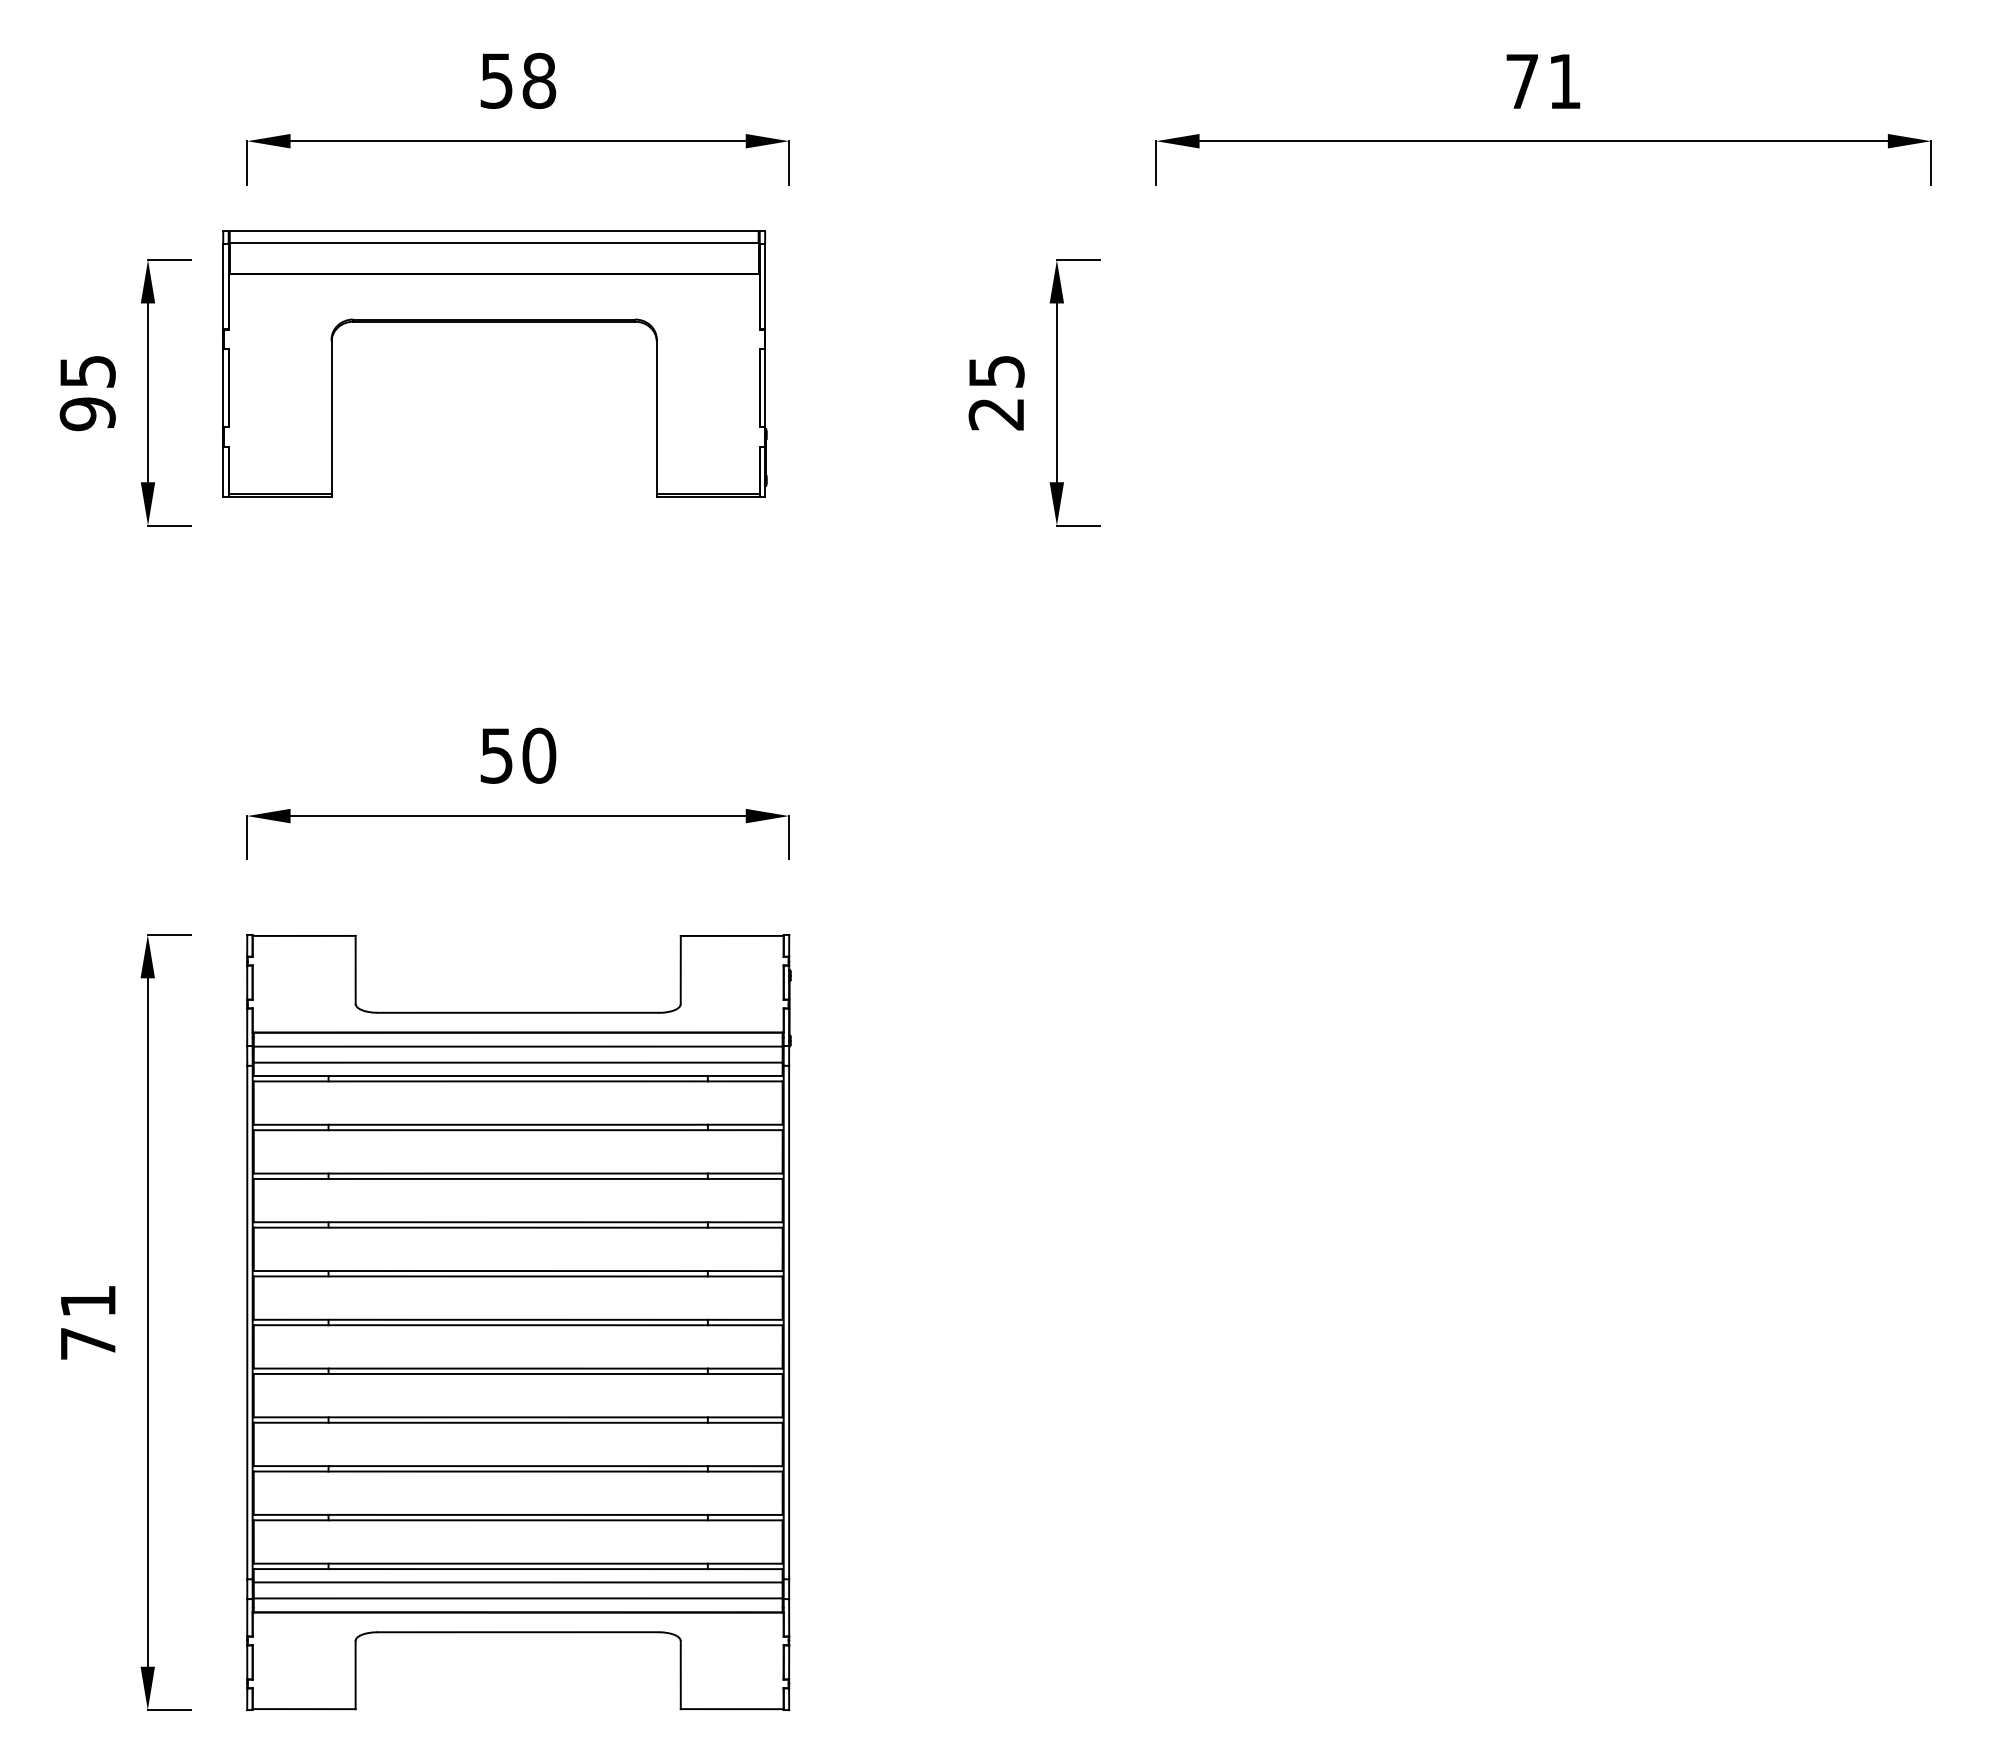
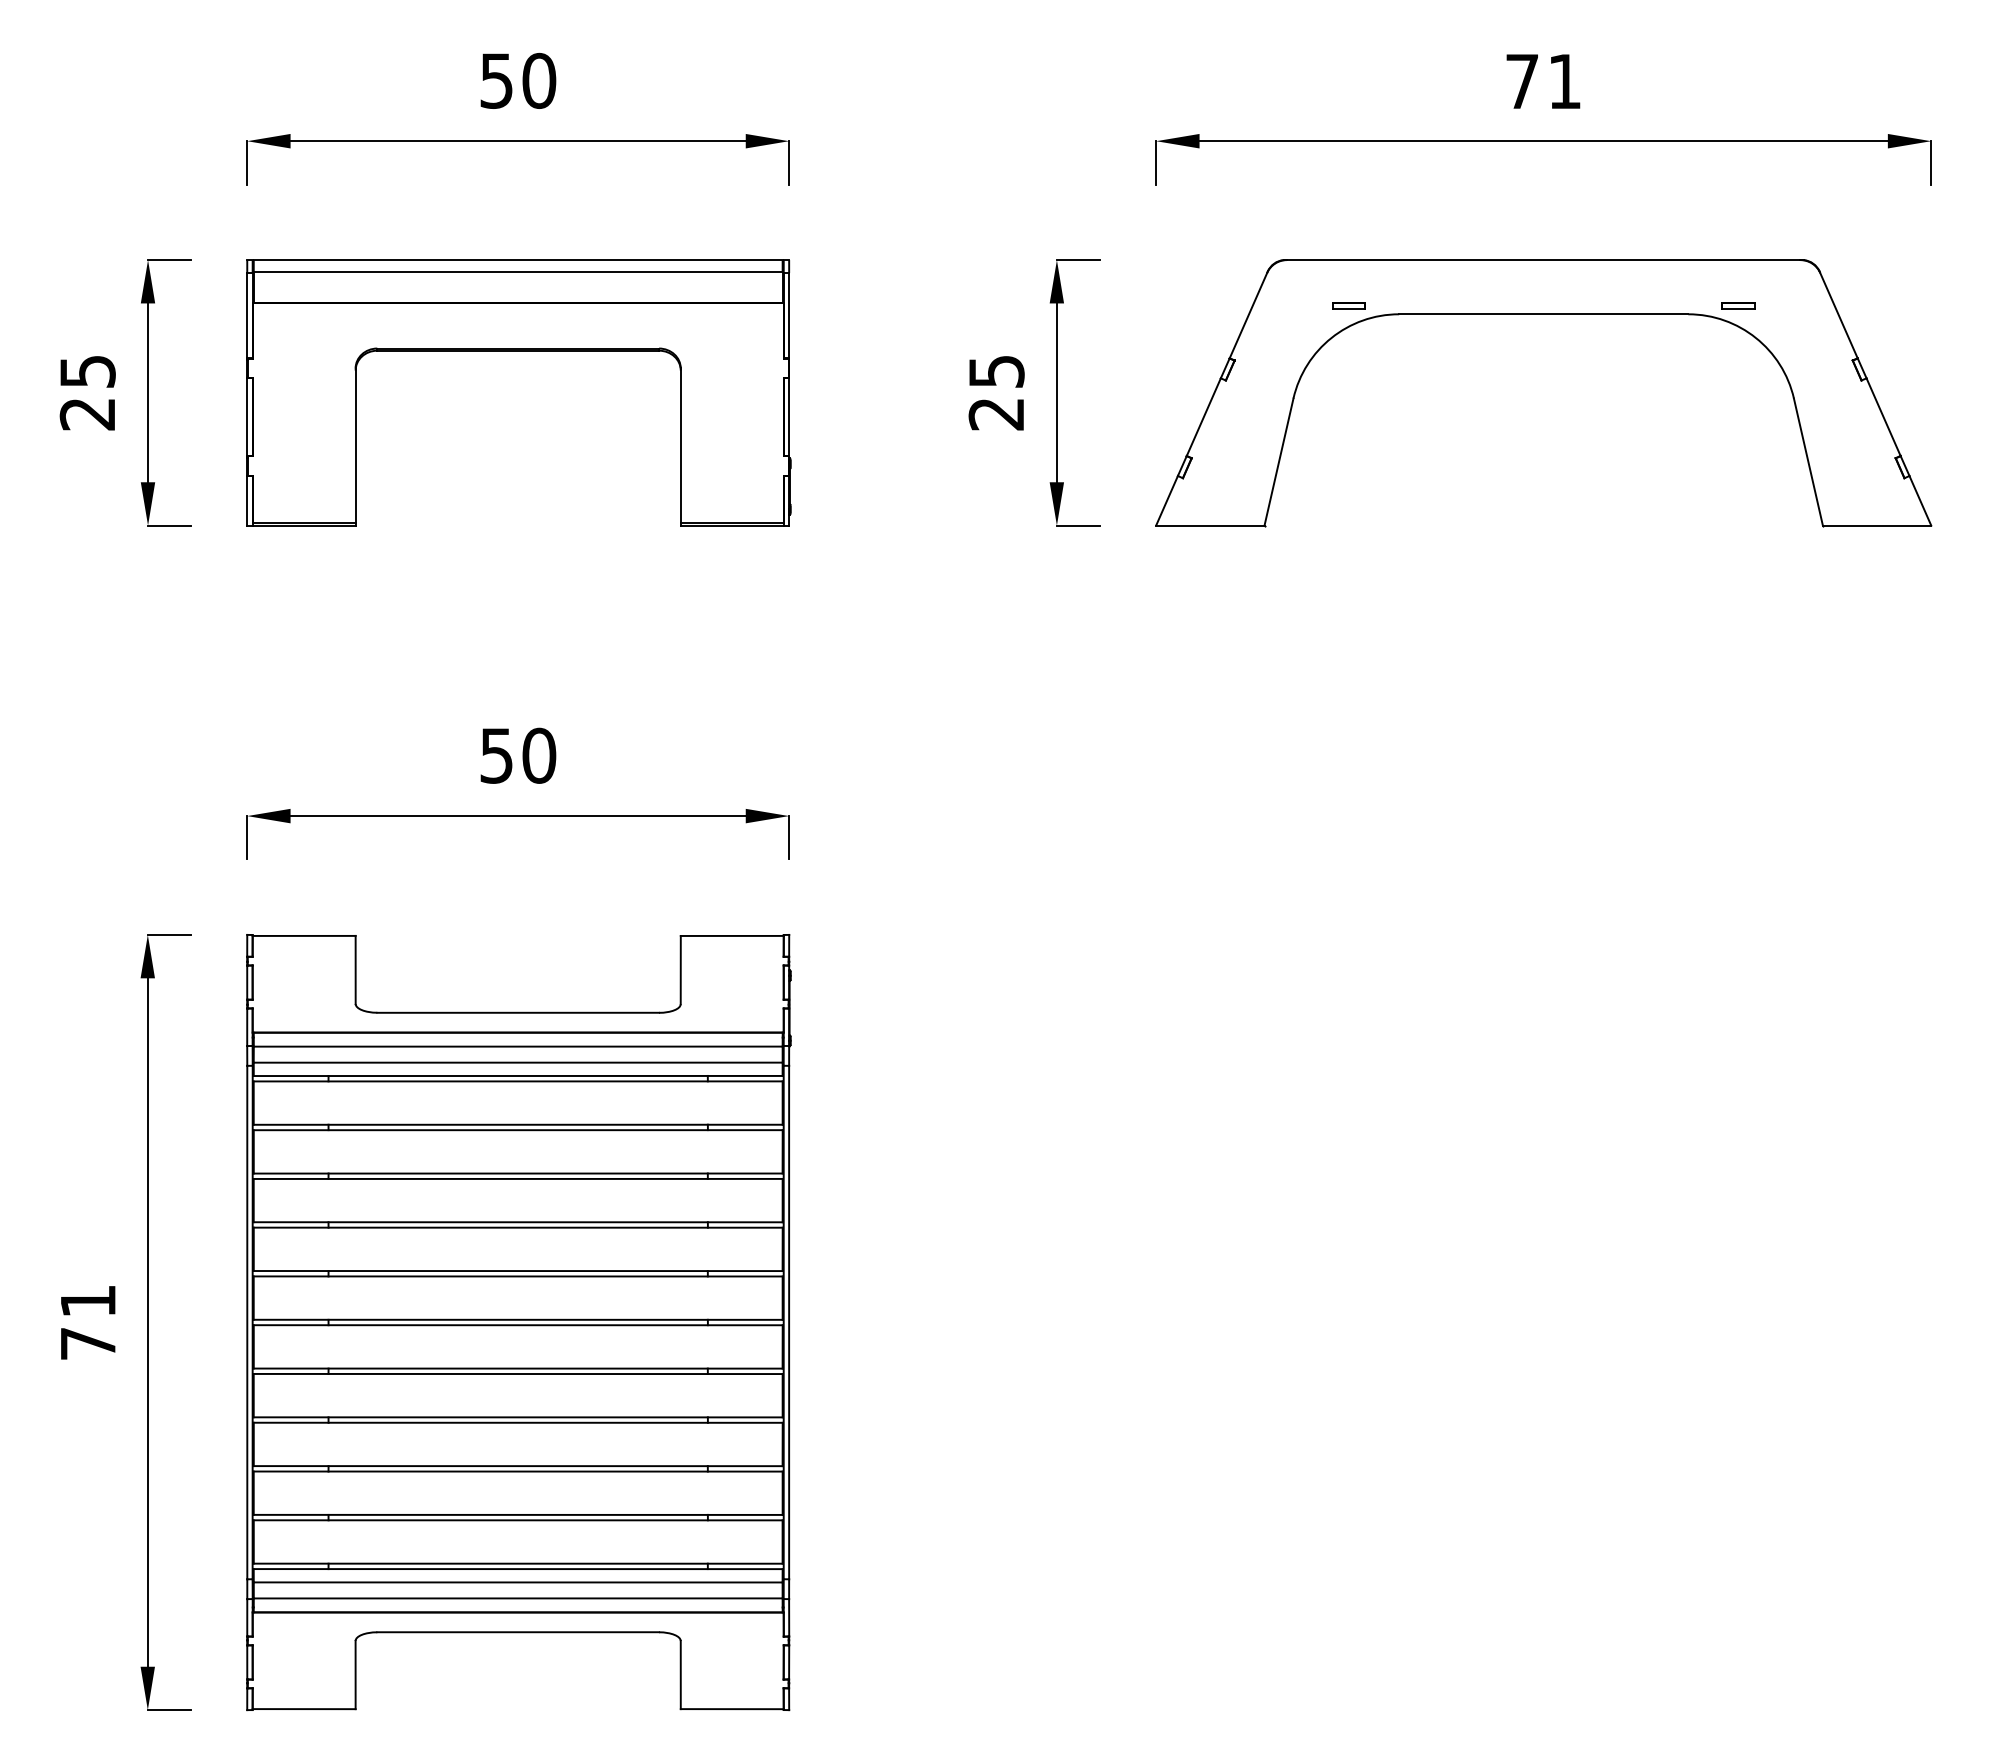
text at (539, 80): 58 -> 50
part at (1543, 314): none -> present
part at (494, 322) position: (494, 322) -> (518, 351)
text at (87, 414): 95 -> 25
